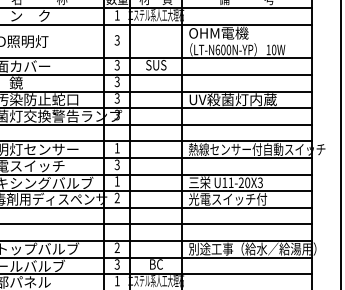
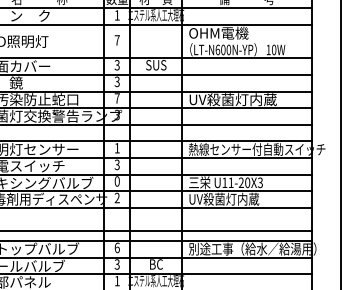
text at (116, 40): 3 -> 7
text at (116, 98): 3 -> 7
text at (116, 181): 1 -> 0
text at (228, 198): 光電スイッチ付 -> UV殺菌灯内蔵
line at (156, 224) position: (156, 224) -> (156, 231)
text at (116, 247): 2 -> 6
